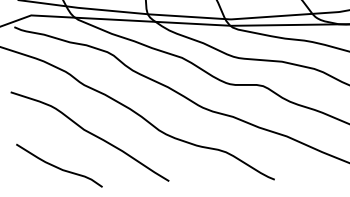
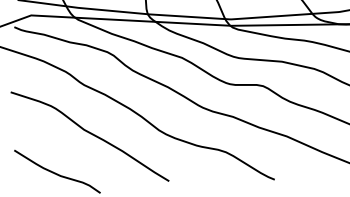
curve at (59, 167) position: (59, 167) -> (57, 173)
